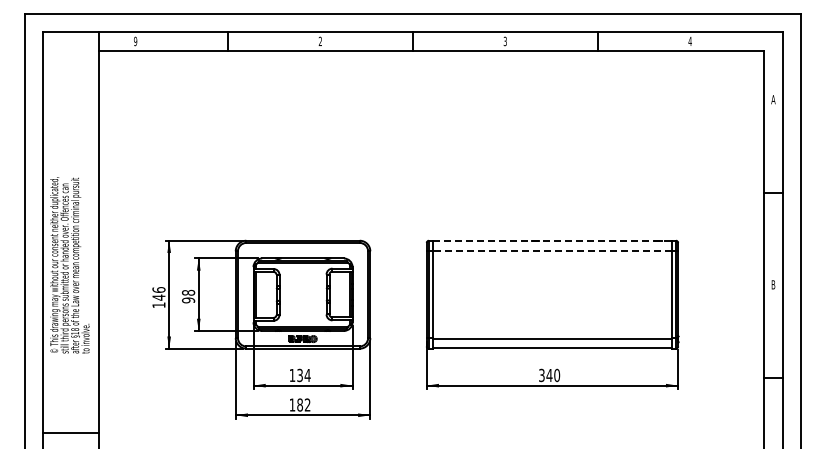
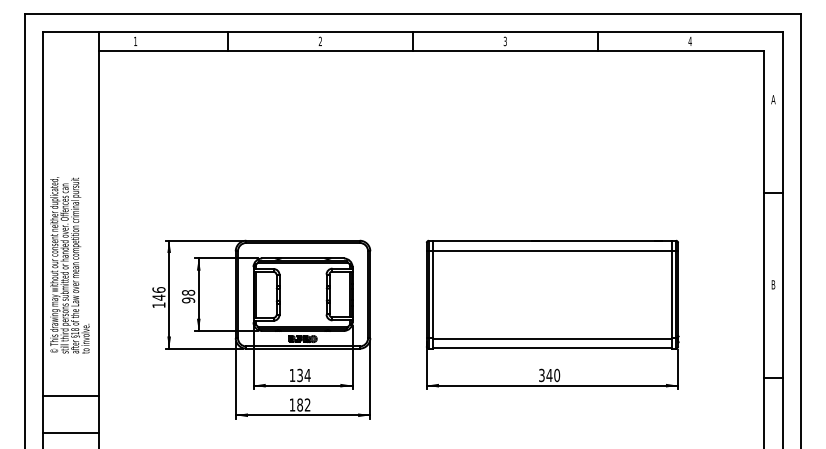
text at (135, 41): 9 -> 1
line at (552, 241): dashed -> solid
line at (552, 250): dashed -> solid
line at (70, 396): none -> present
